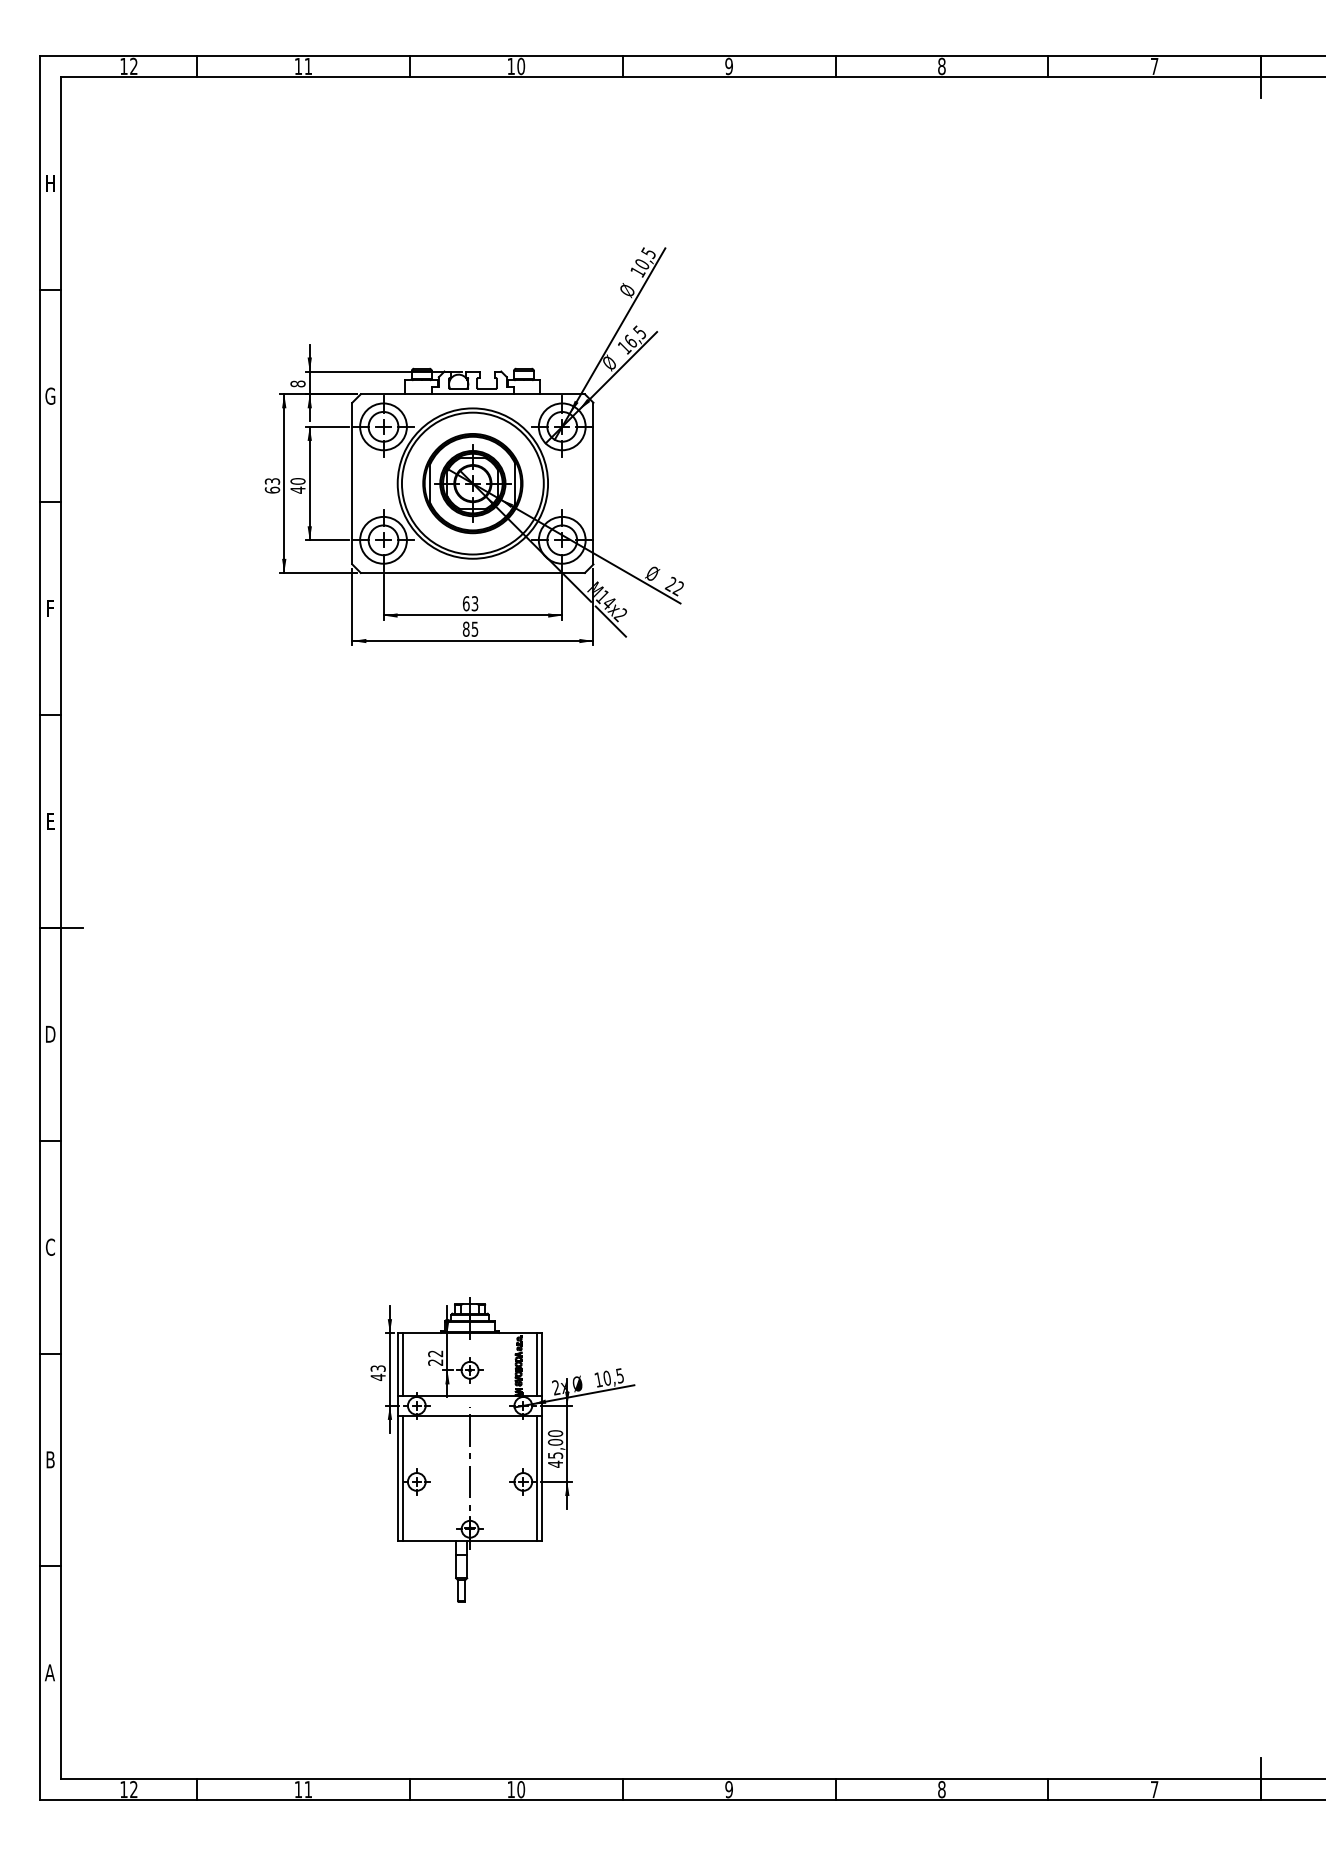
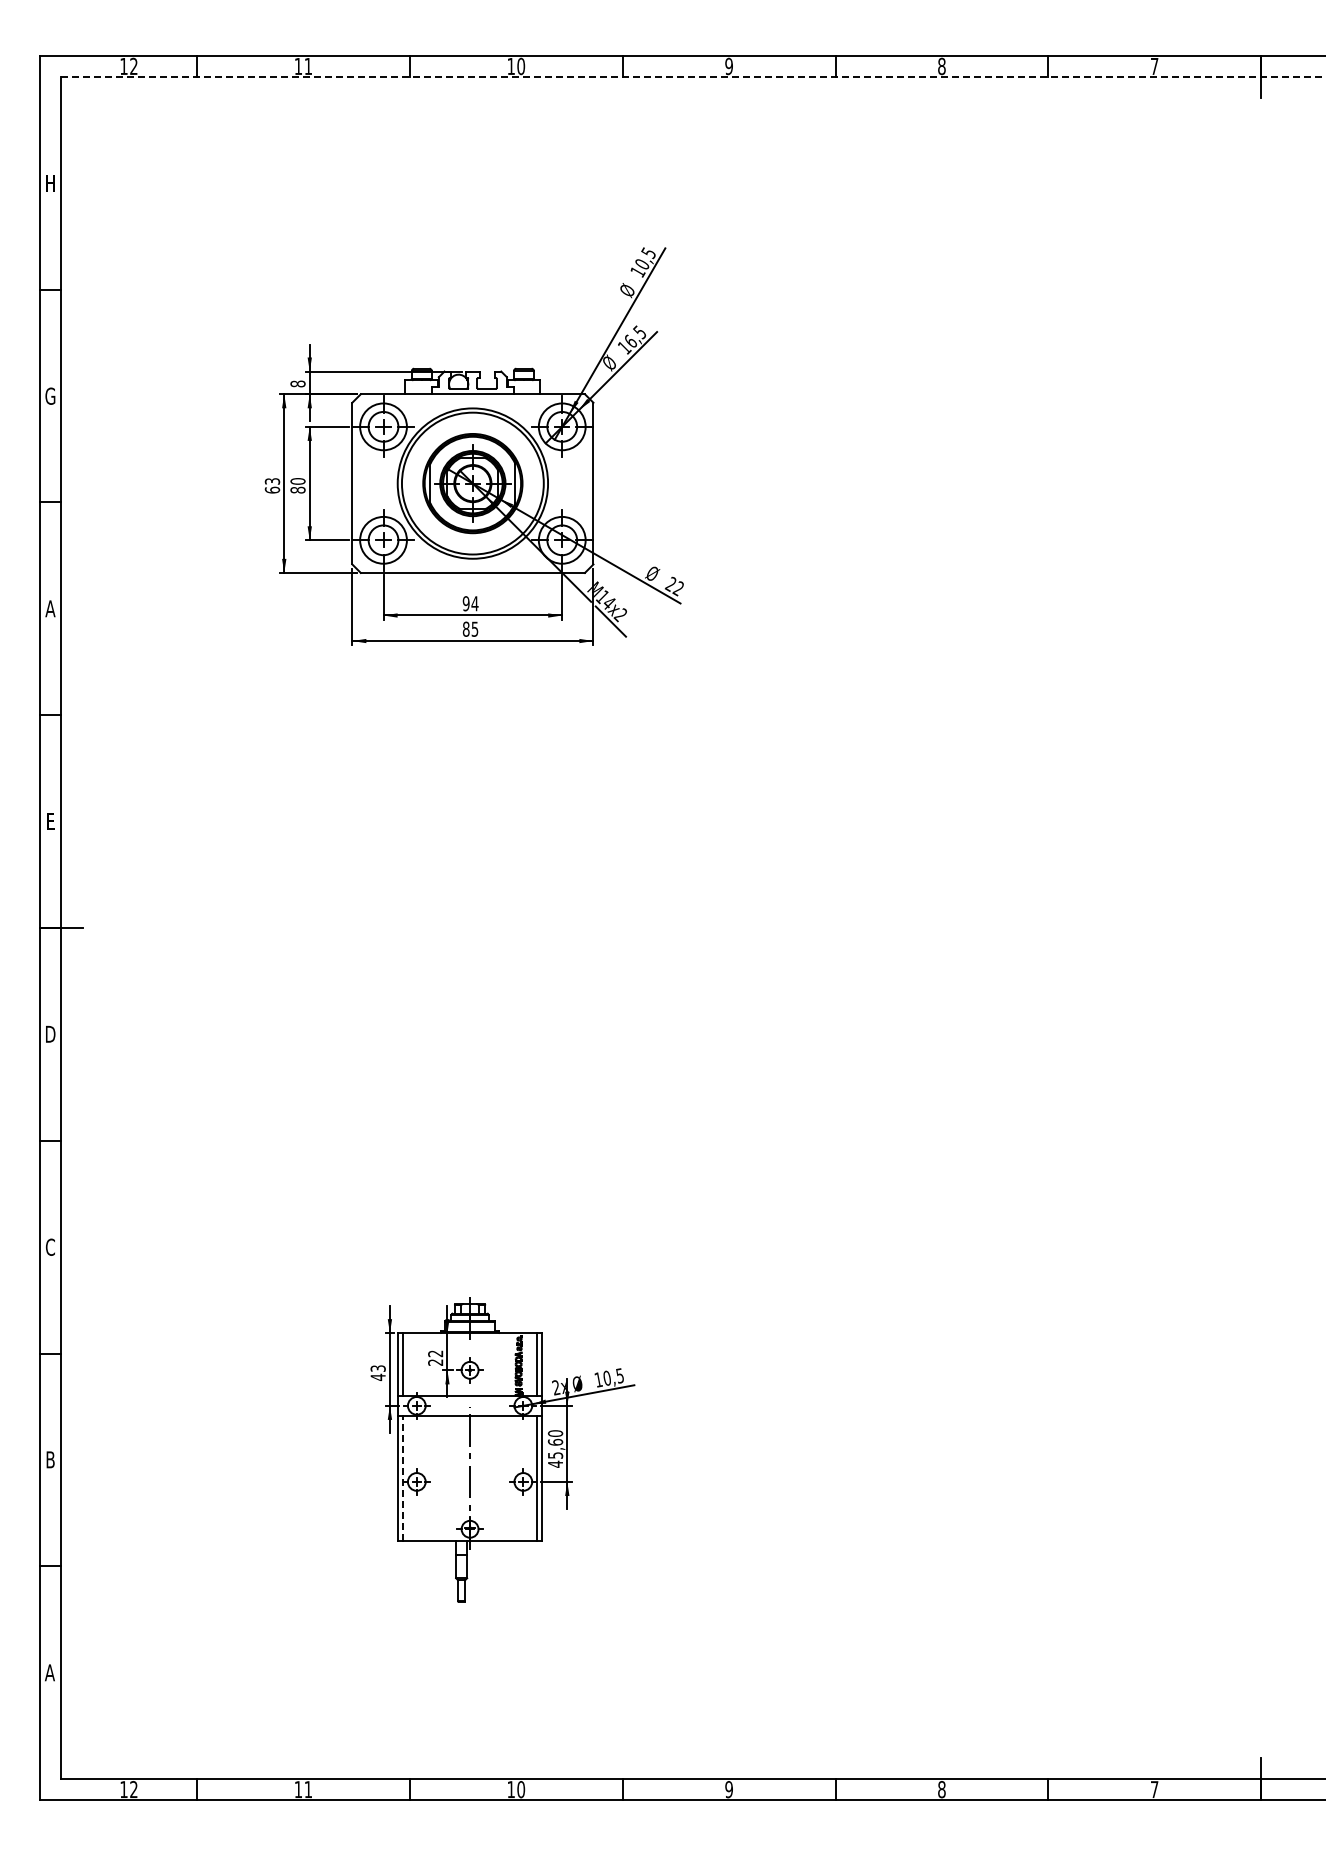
line at (693, 76): solid -> dashed
text at (297, 489): 40 -> 80
text at (470, 603): 63 -> 94
text at (50, 608): F -> A
text at (554, 1441): 45,00 -> 45,60
line at (403, 1478): solid -> dashed
